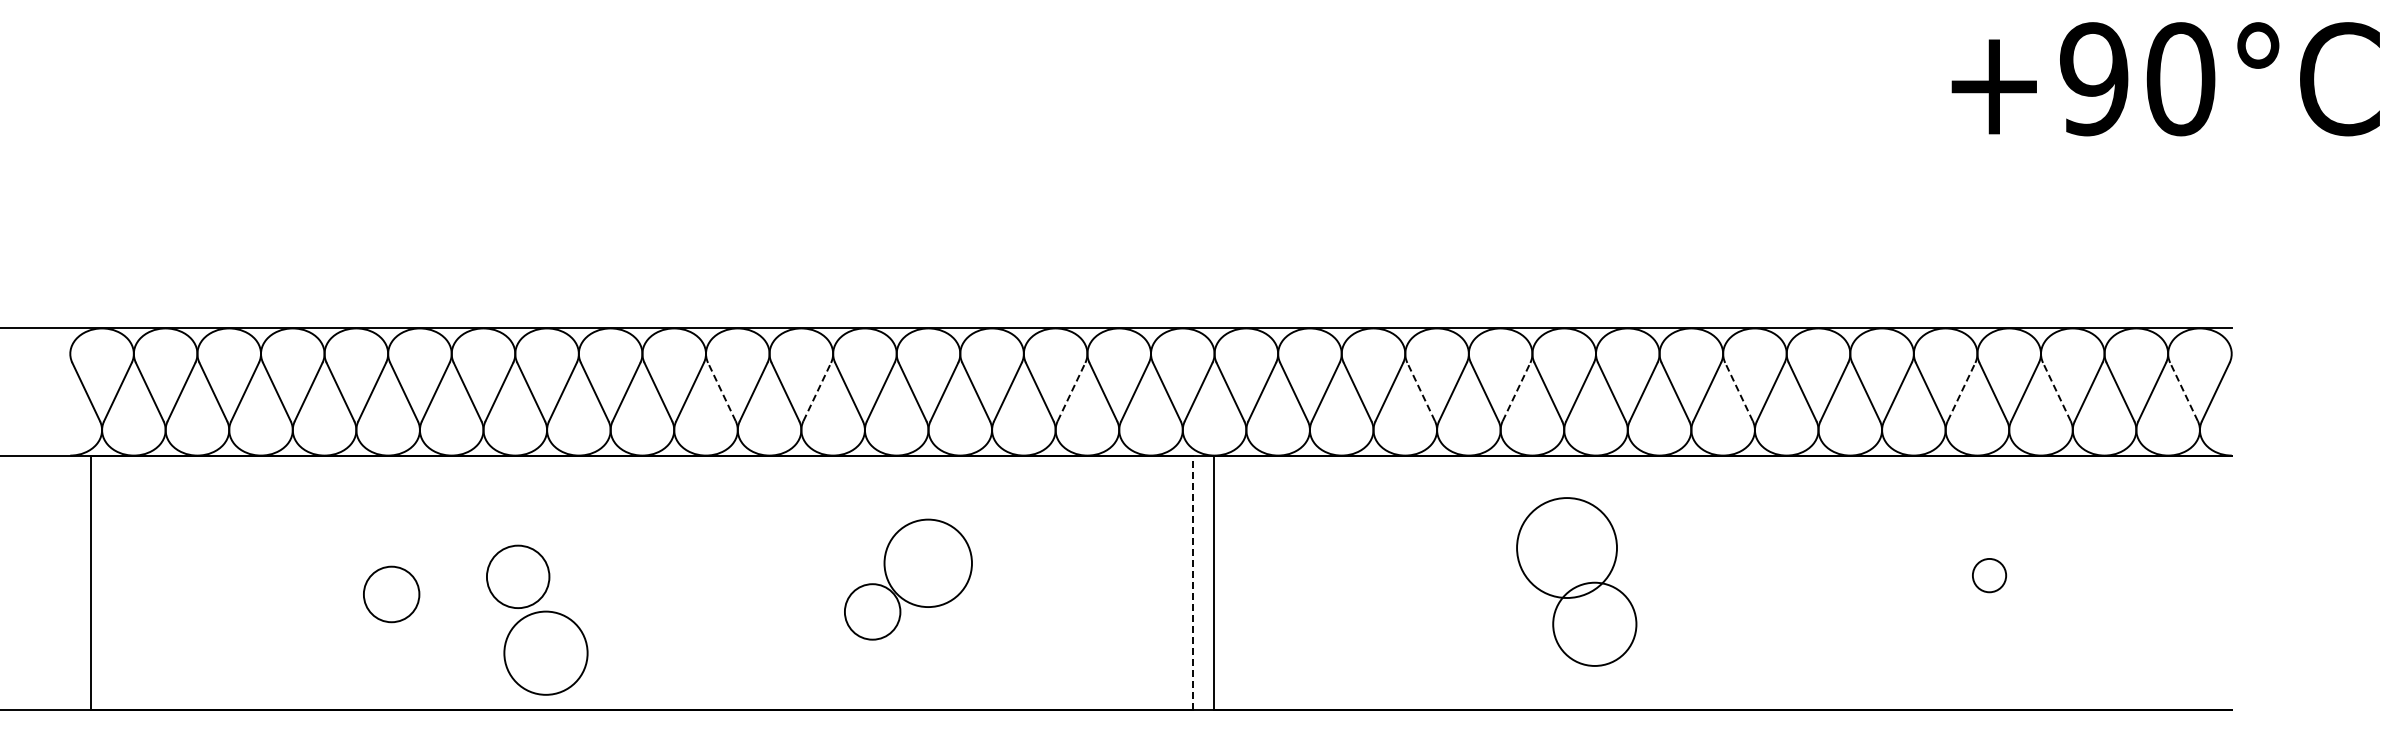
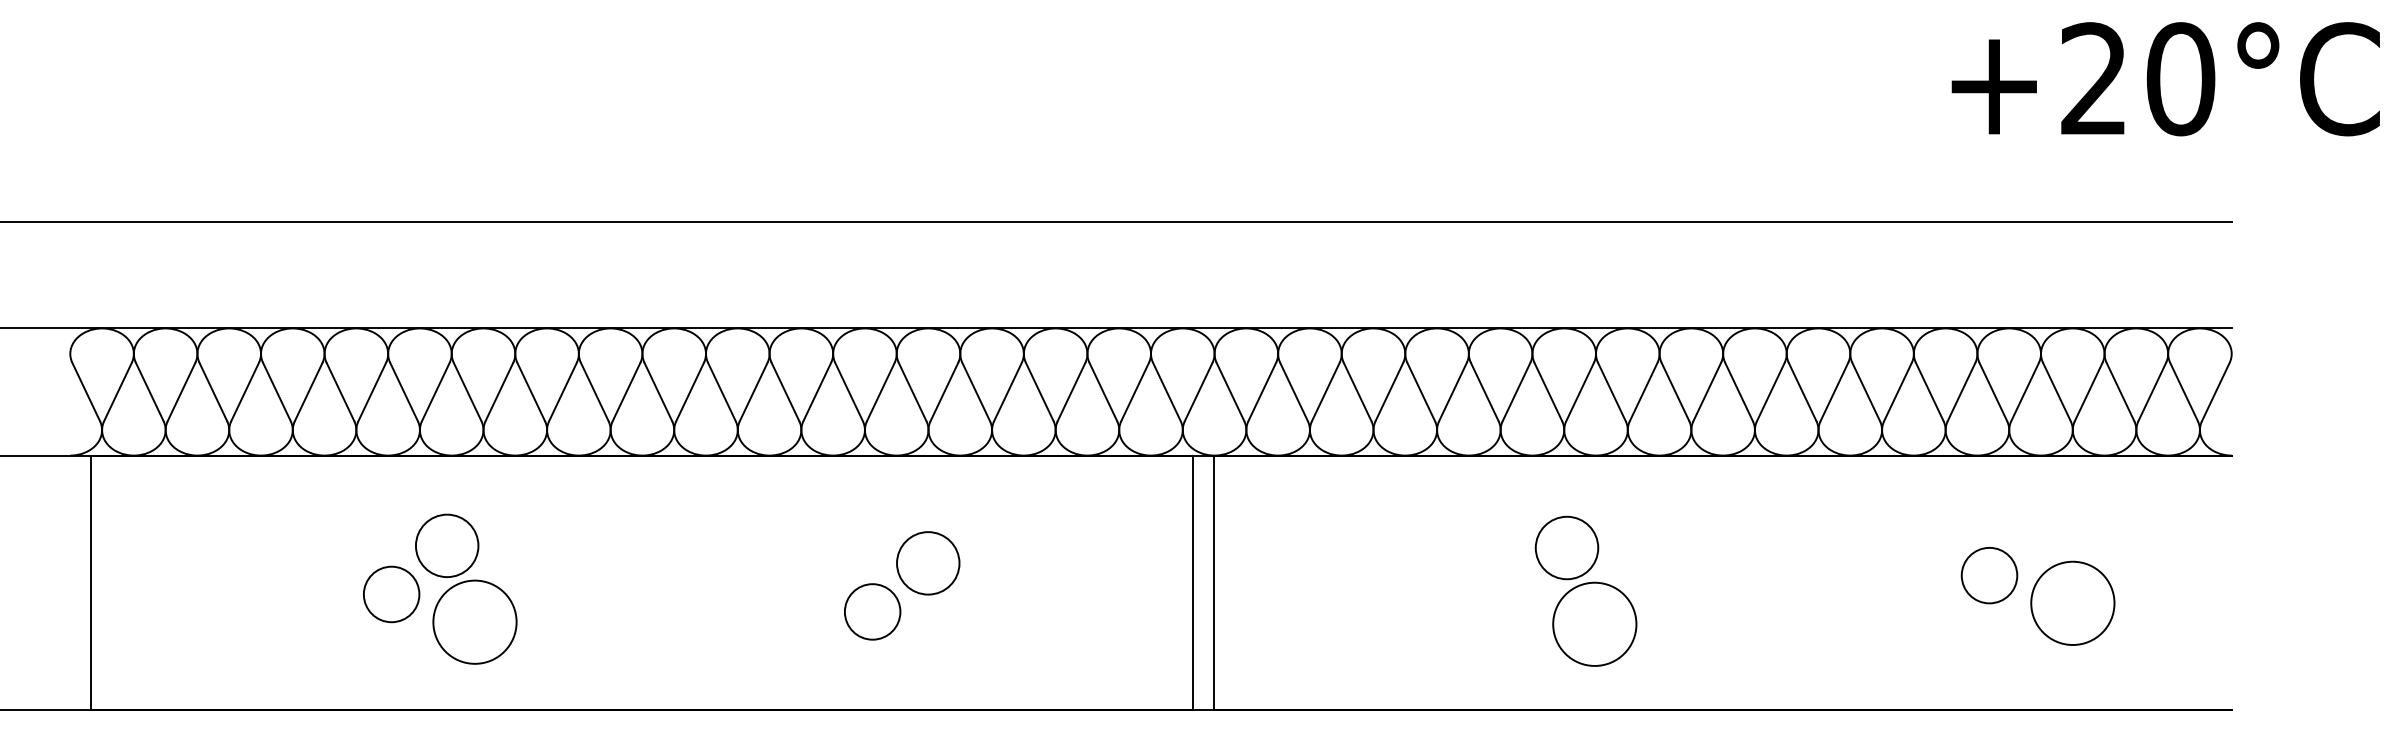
text at (2094, 79): +90°C -> +20°C
line at (1116, 222): none -> present
line at (721, 391): dashed -> solid
line at (817, 391): dashed -> solid
line at (1071, 391): dashed -> solid
line at (1420, 391): dashed -> solid
line at (1516, 391): dashed -> solid
line at (1738, 391): dashed -> solid
line at (1961, 391): dashed -> solid
line at (2056, 391): dashed -> solid
line at (2183, 391): dashed -> solid
circle at (1567, 547) diameter: 100 px -> 62 px
circle at (927, 563) diameter: 87 px -> 62 px
circle at (1989, 575) diameter: 33 px -> 56 px
line at (1192, 582): dashed -> solid
circle at (2072, 602): none -> present
part at (537, 619) position: (537, 619) -> (466, 588)
